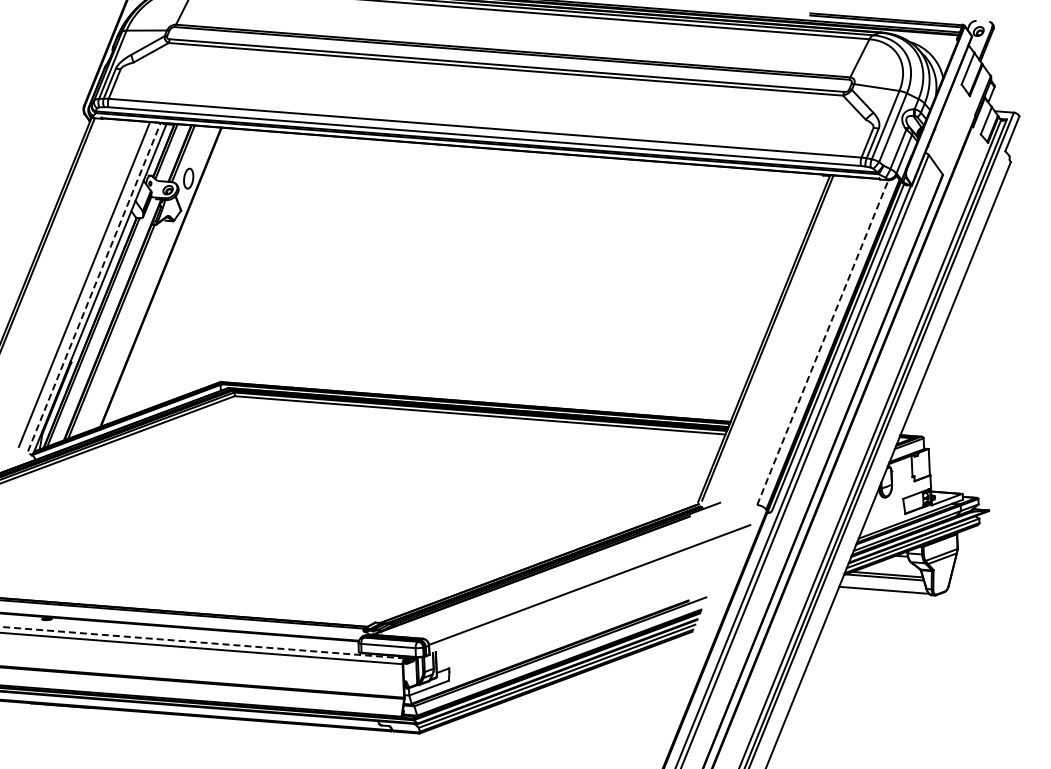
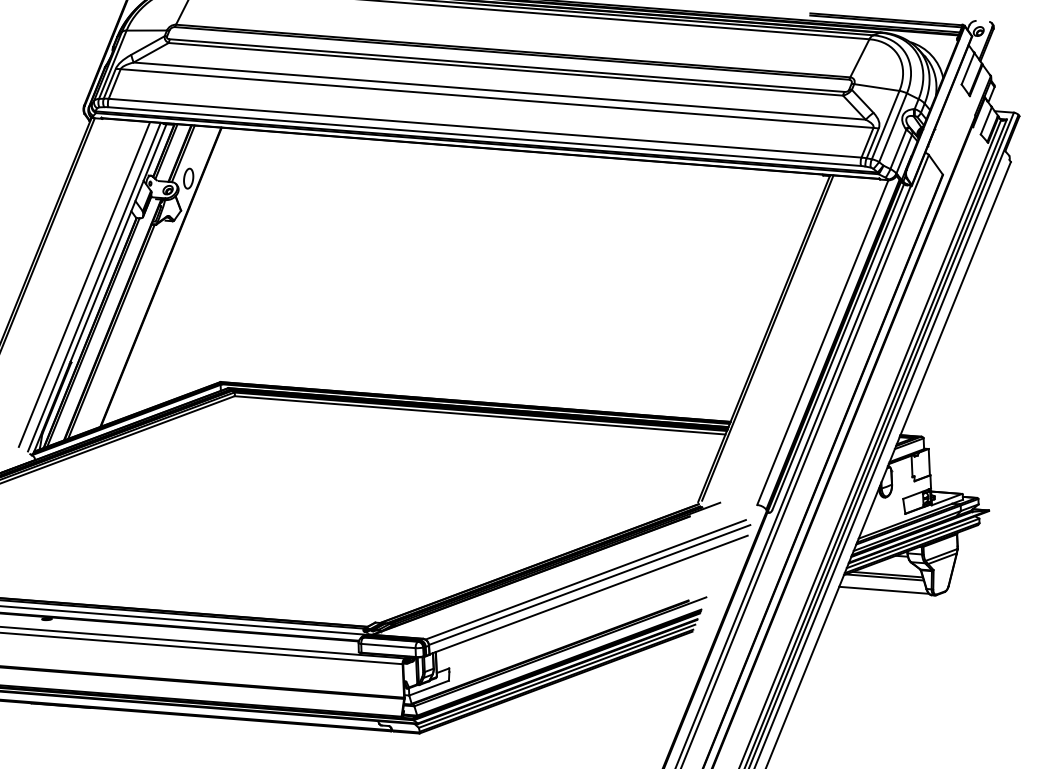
line at (499, 90): none -> present
line at (496, 98): none -> present
line at (94, 286): dashed -> solid
line at (823, 342): dashed -> solid
line at (886, 439): none -> present
line at (585, 579): none -> present
line at (588, 594): none -> present
line at (184, 620): none -> present
line at (202, 642): dashed -> solid
